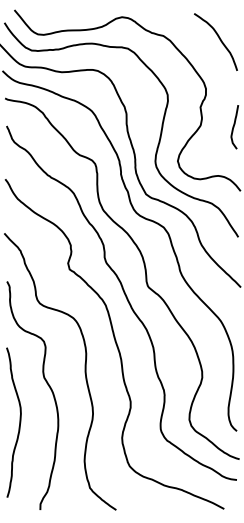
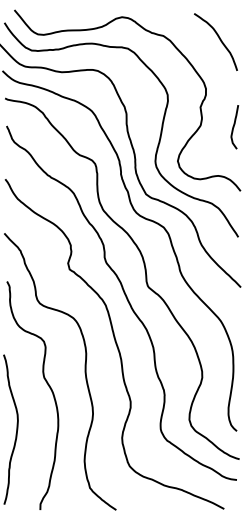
curve at (19, 422) position: (19, 422) -> (16, 429)
